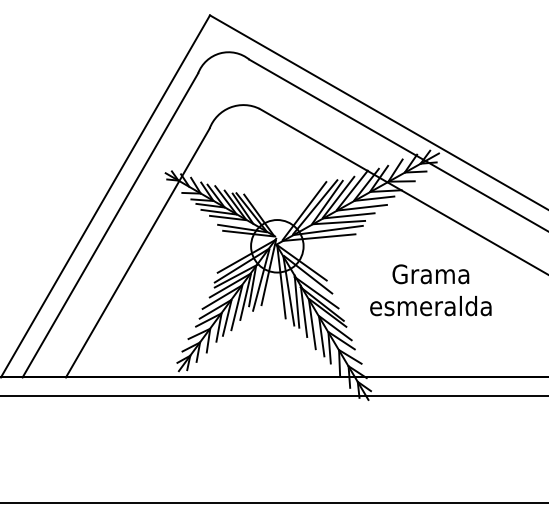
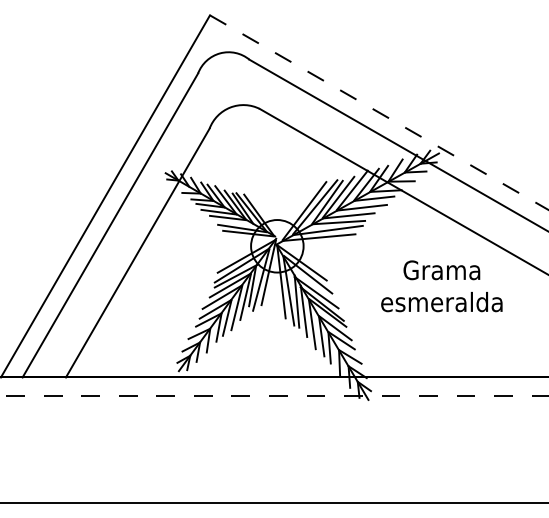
line at (379, 113): solid -> dashed
text at (430, 290) position: (430, 290) -> (441, 286)
line at (274, 396): solid -> dashed
